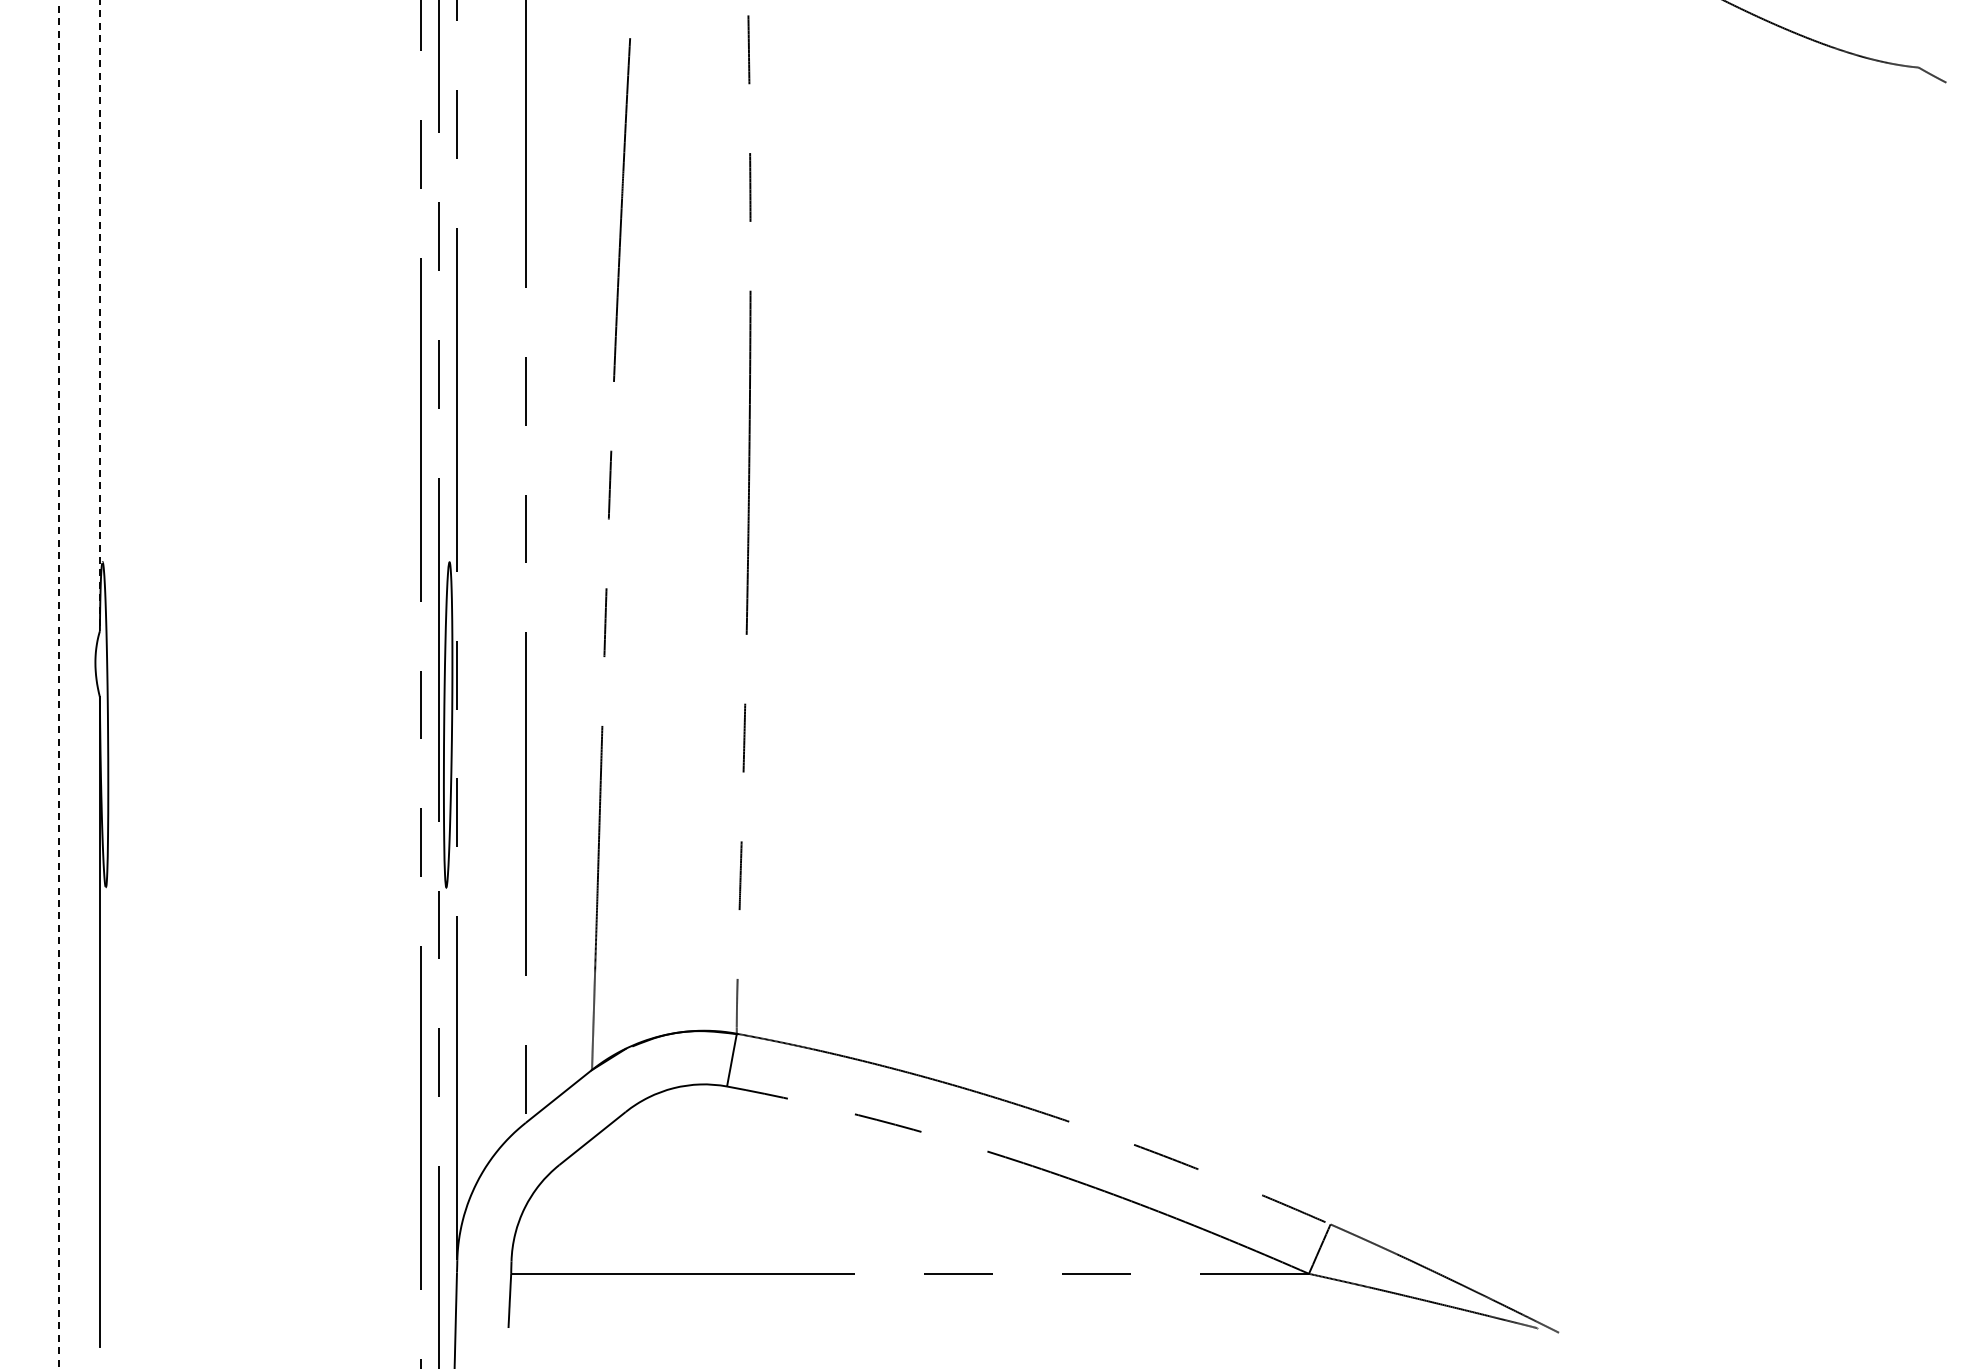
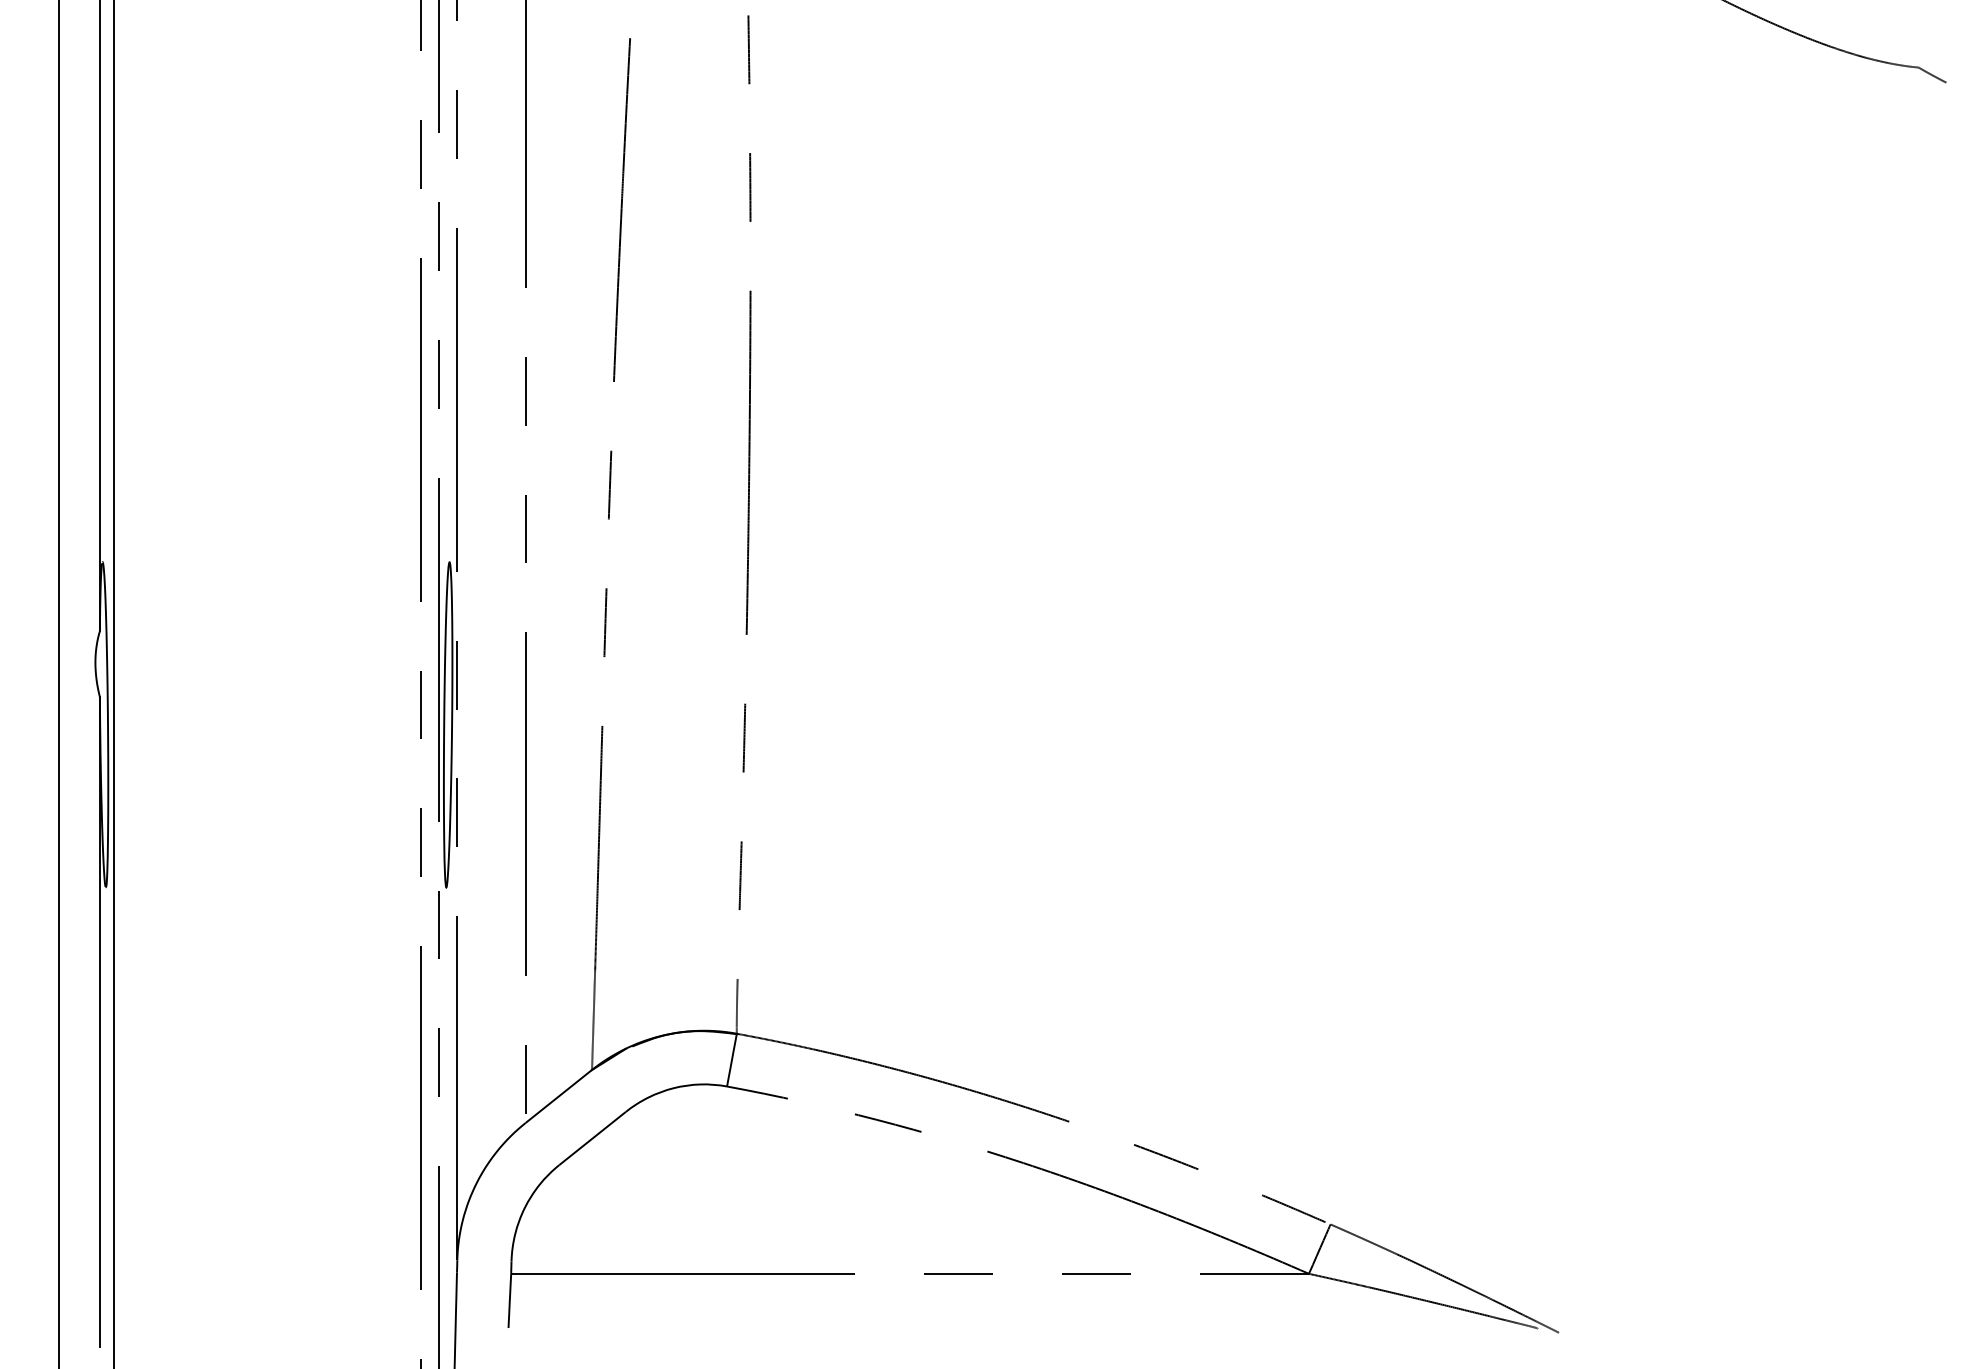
line at (99, 316): dashed -> solid
line at (113, 683): none -> present
line at (59, 684): dashed -> solid
